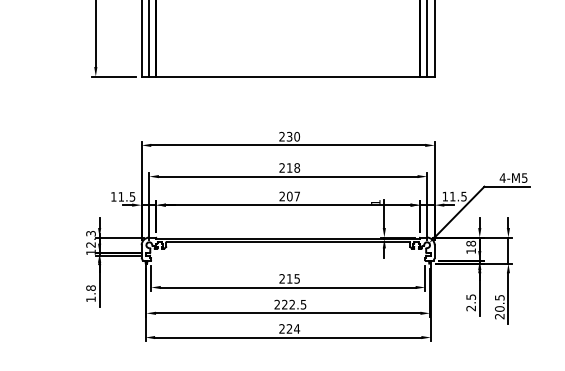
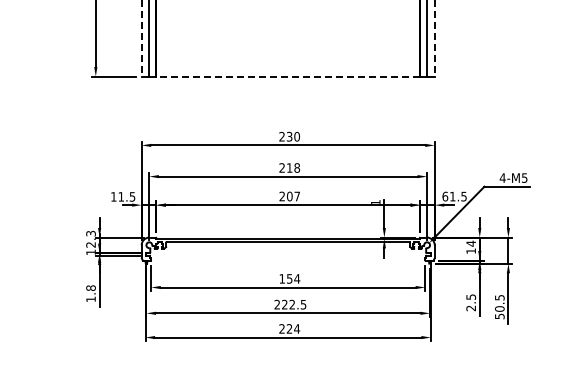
line at (141, 38): solid -> dashed
line at (434, 38): solid -> dashed
line at (288, 76): solid -> dashed
text at (445, 196): 11.5 -> 61.5
text at (471, 243): 18 -> 14
text at (289, 278): 215 -> 154
text at (499, 316): 20.5 -> 50.5
